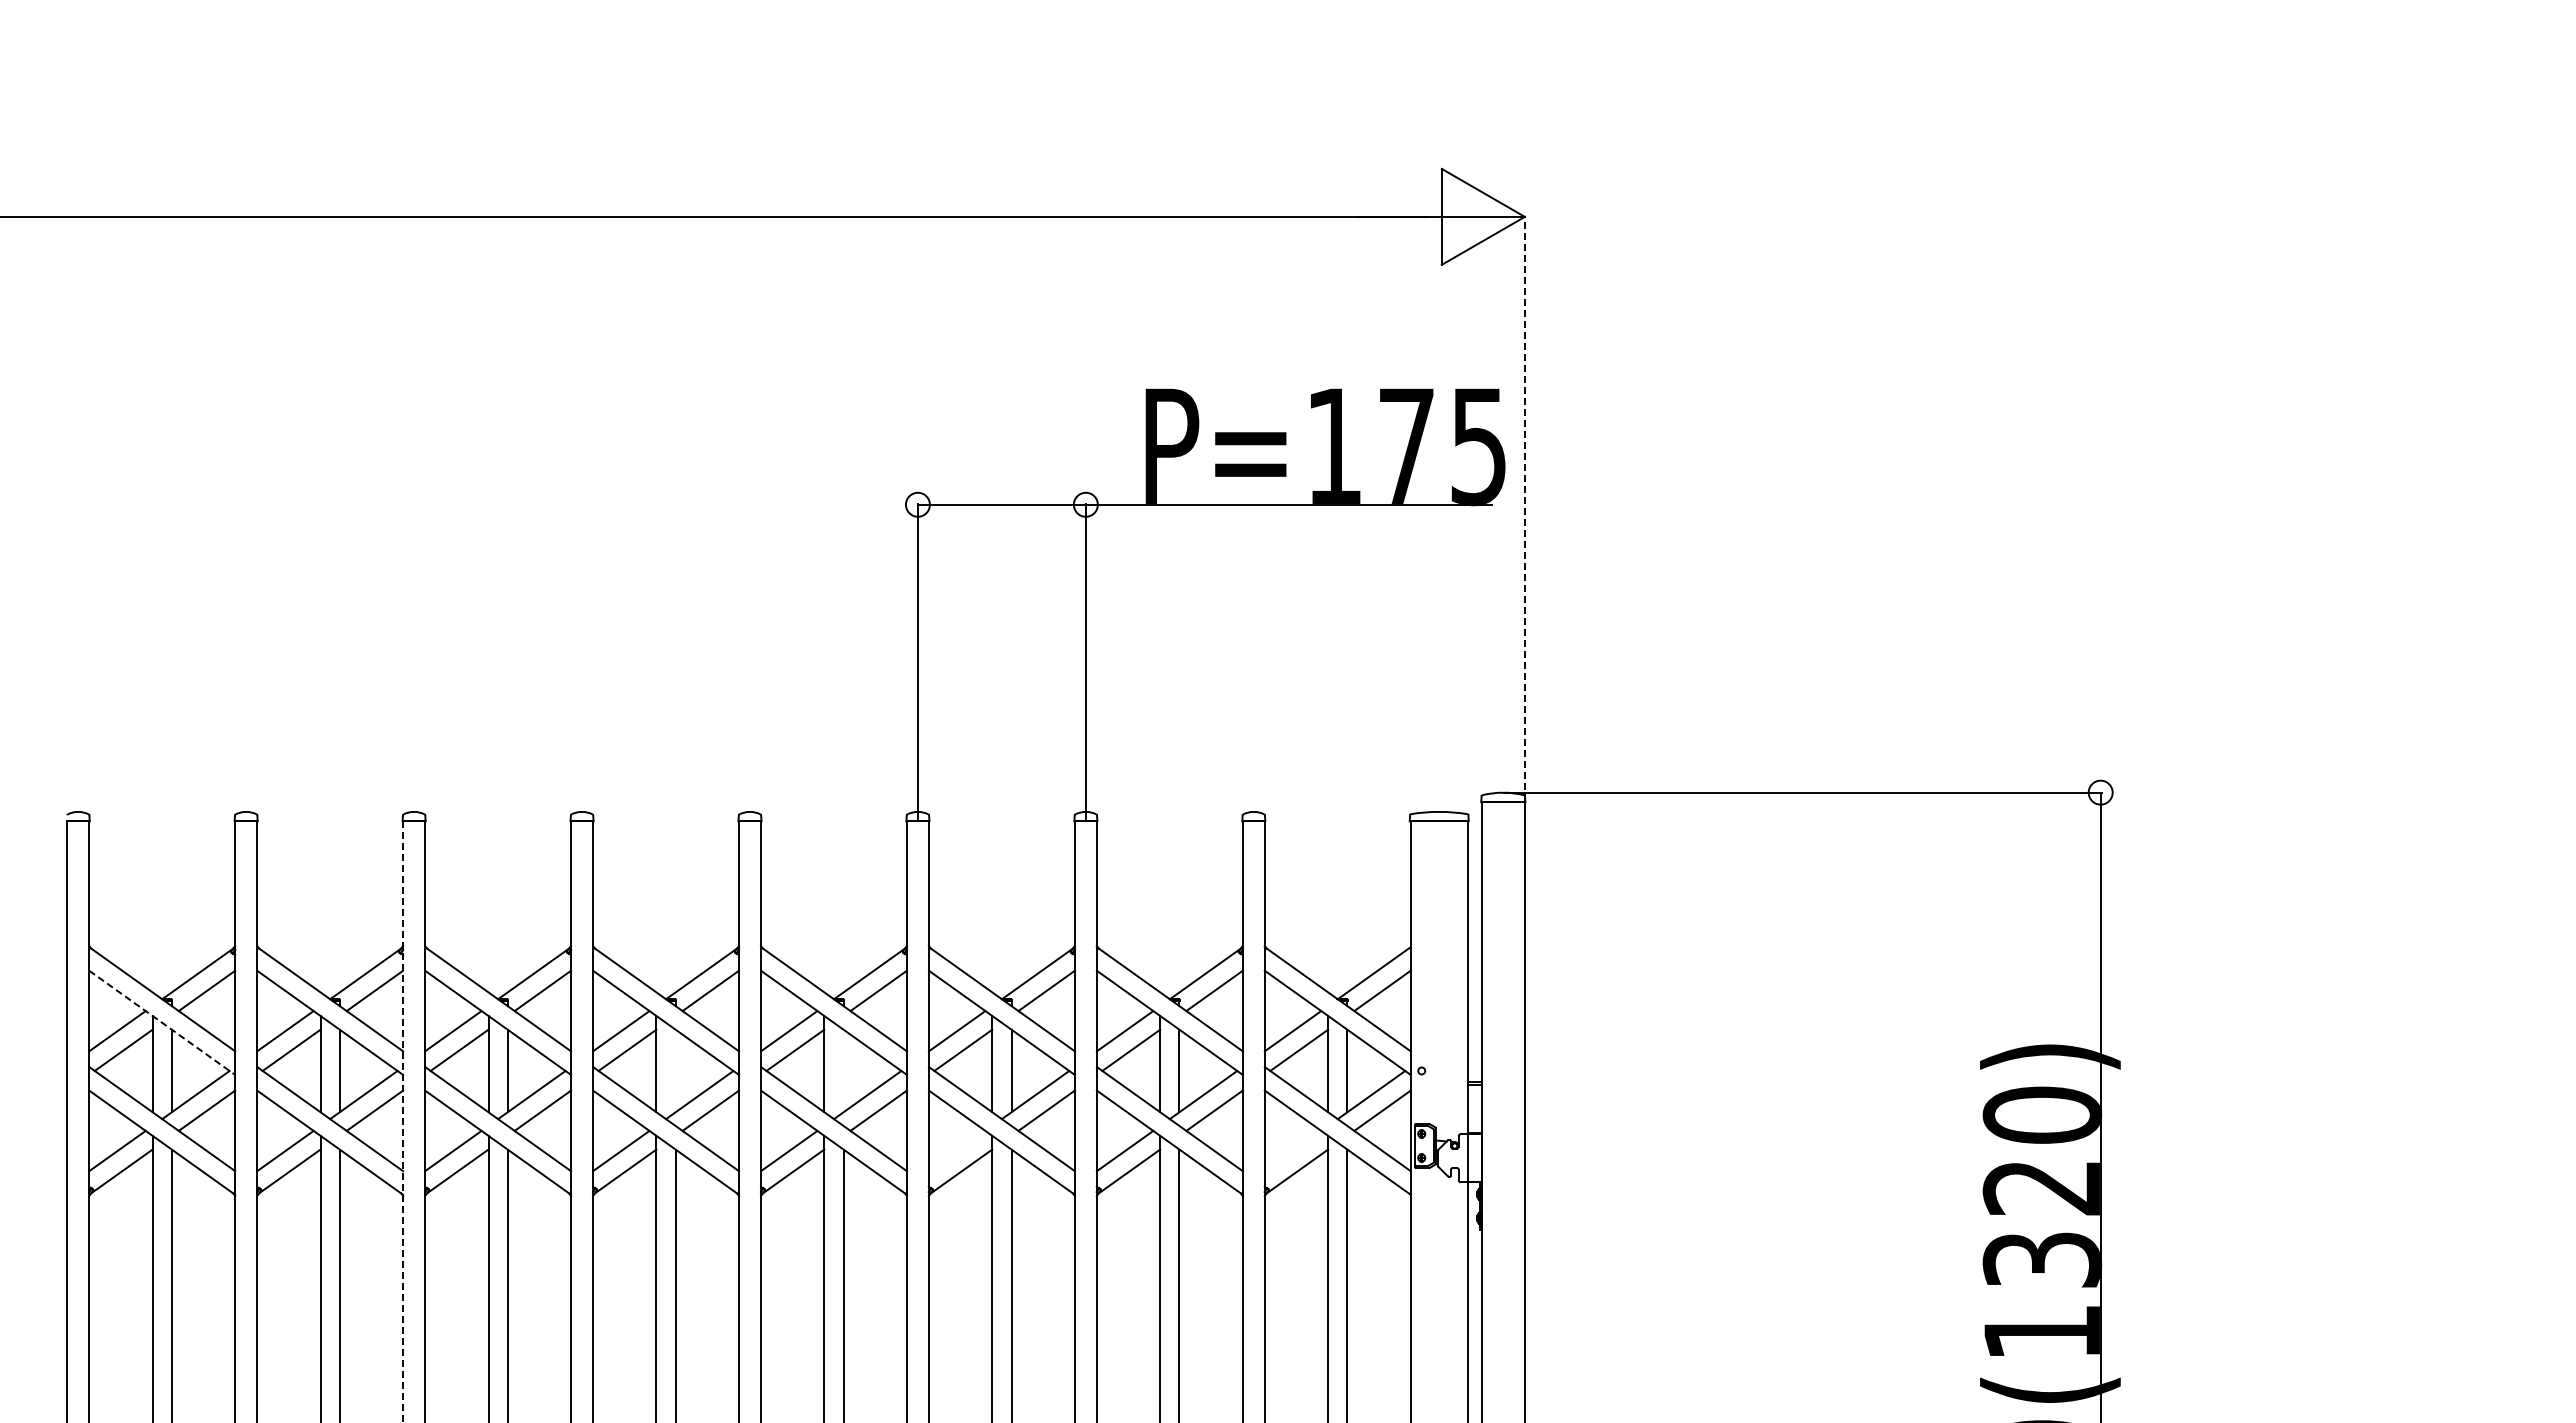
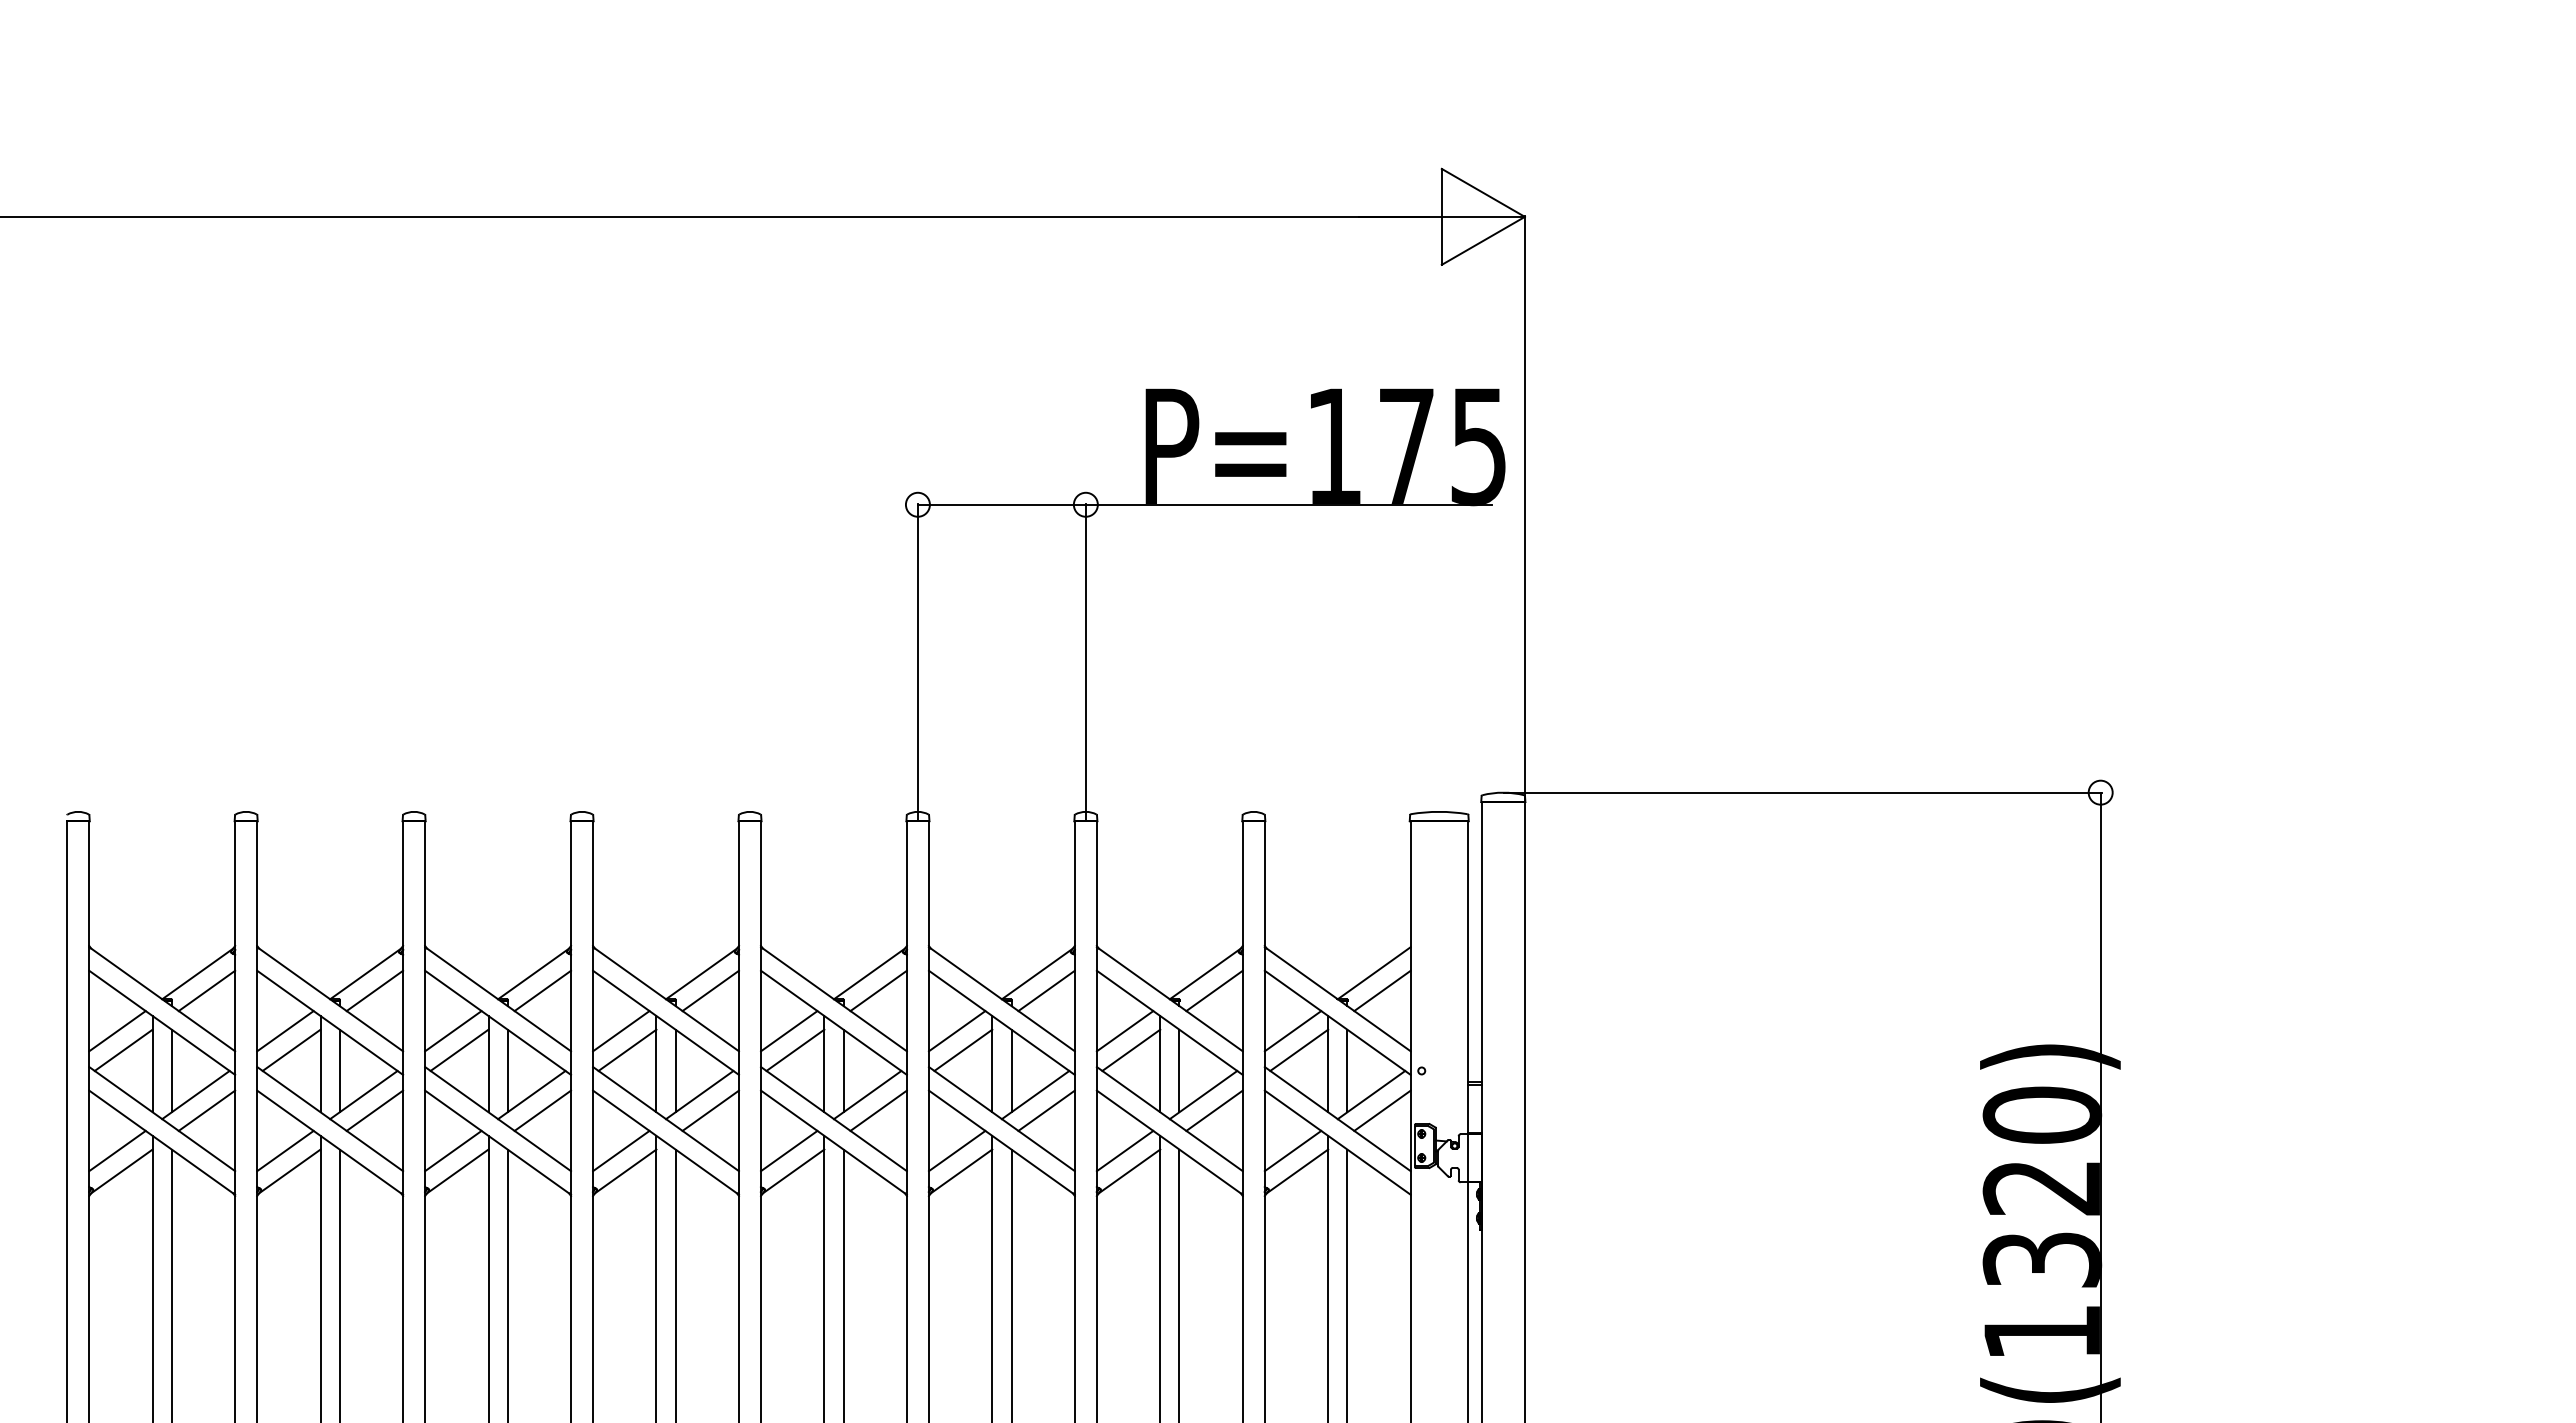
line at (1524, 508): dashed -> solid
line at (162, 1022): dashed -> solid
line at (675, 1070): none -> present
line at (843, 1070): none -> present
line at (403, 1121): dashed -> solid
line at (956, 1150): none -> present
line at (1292, 1150): none -> present
